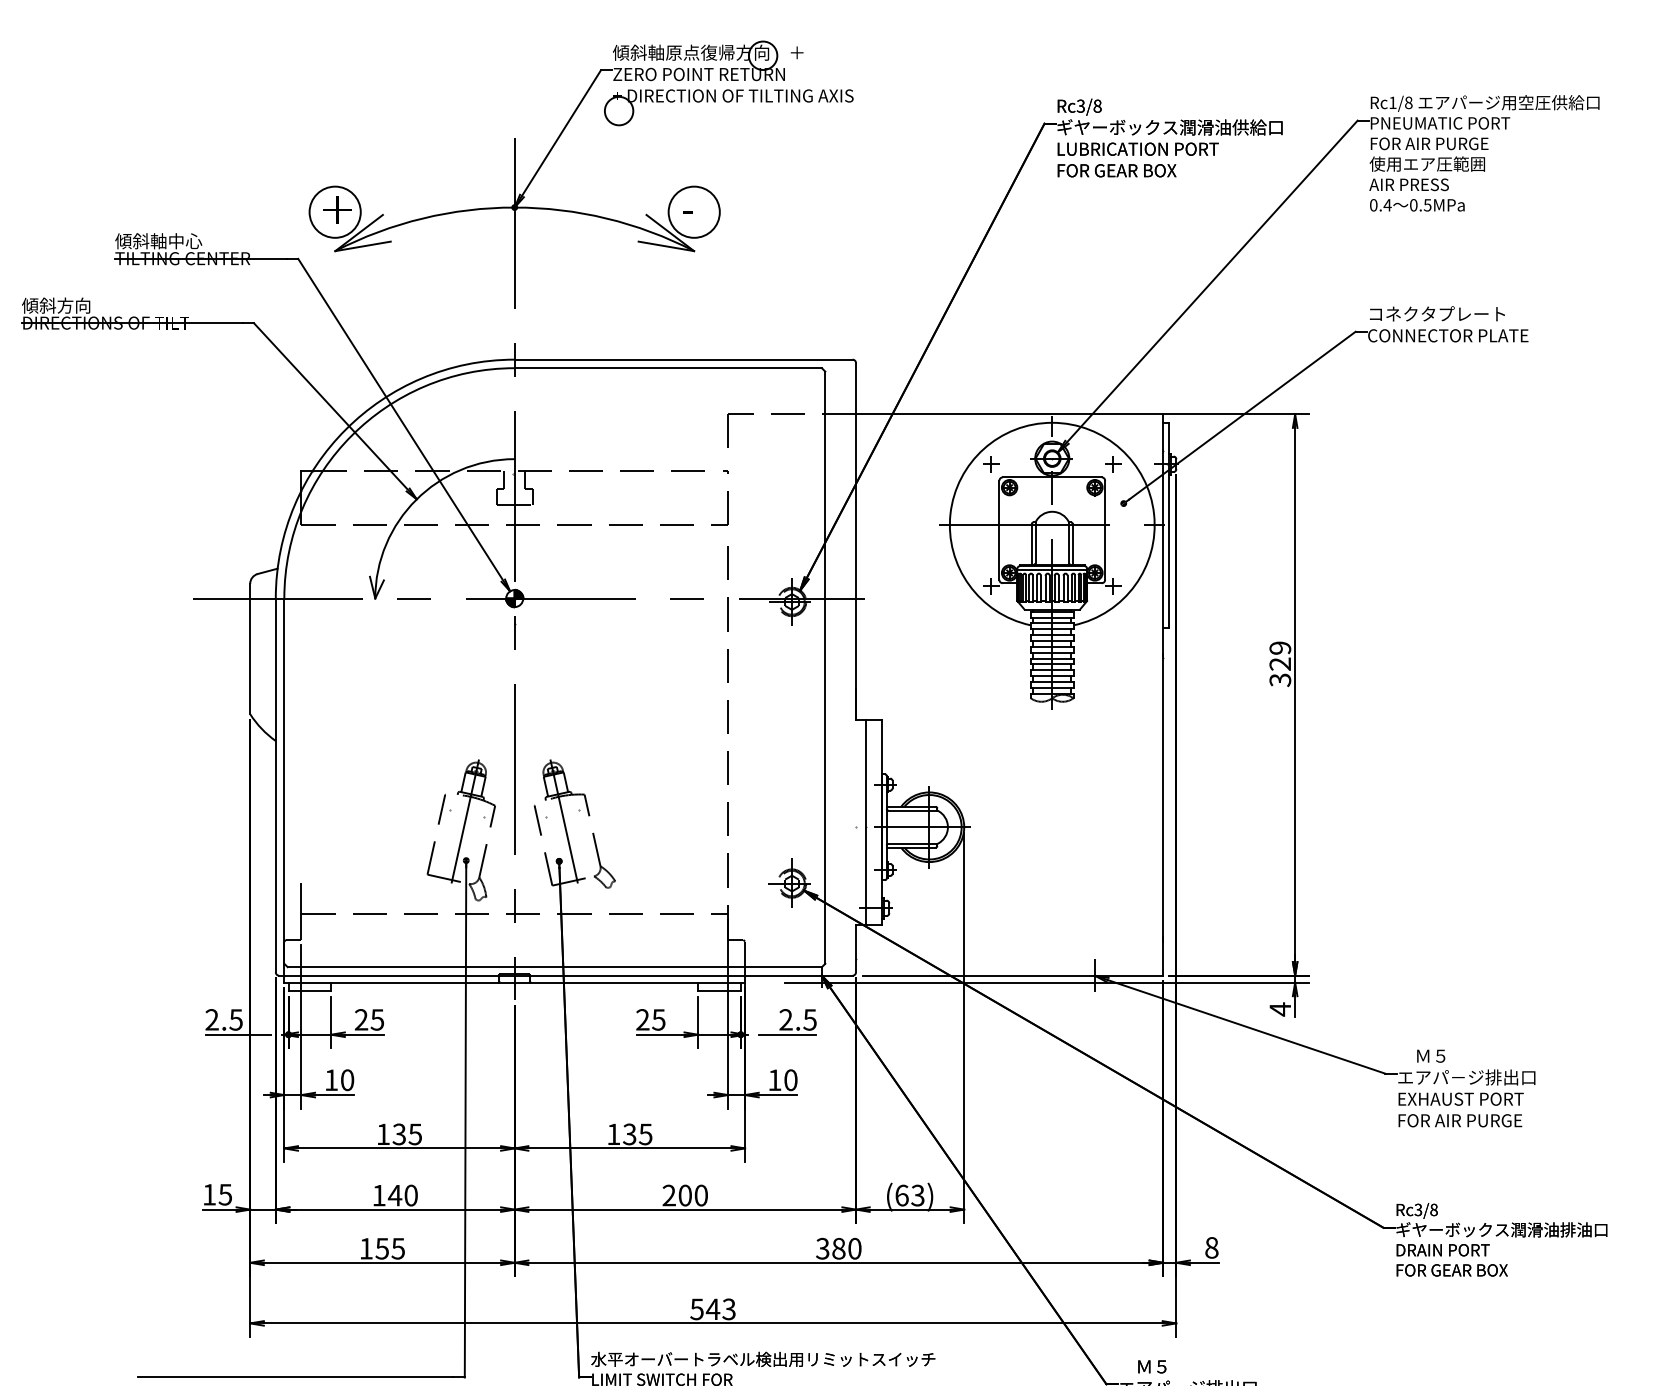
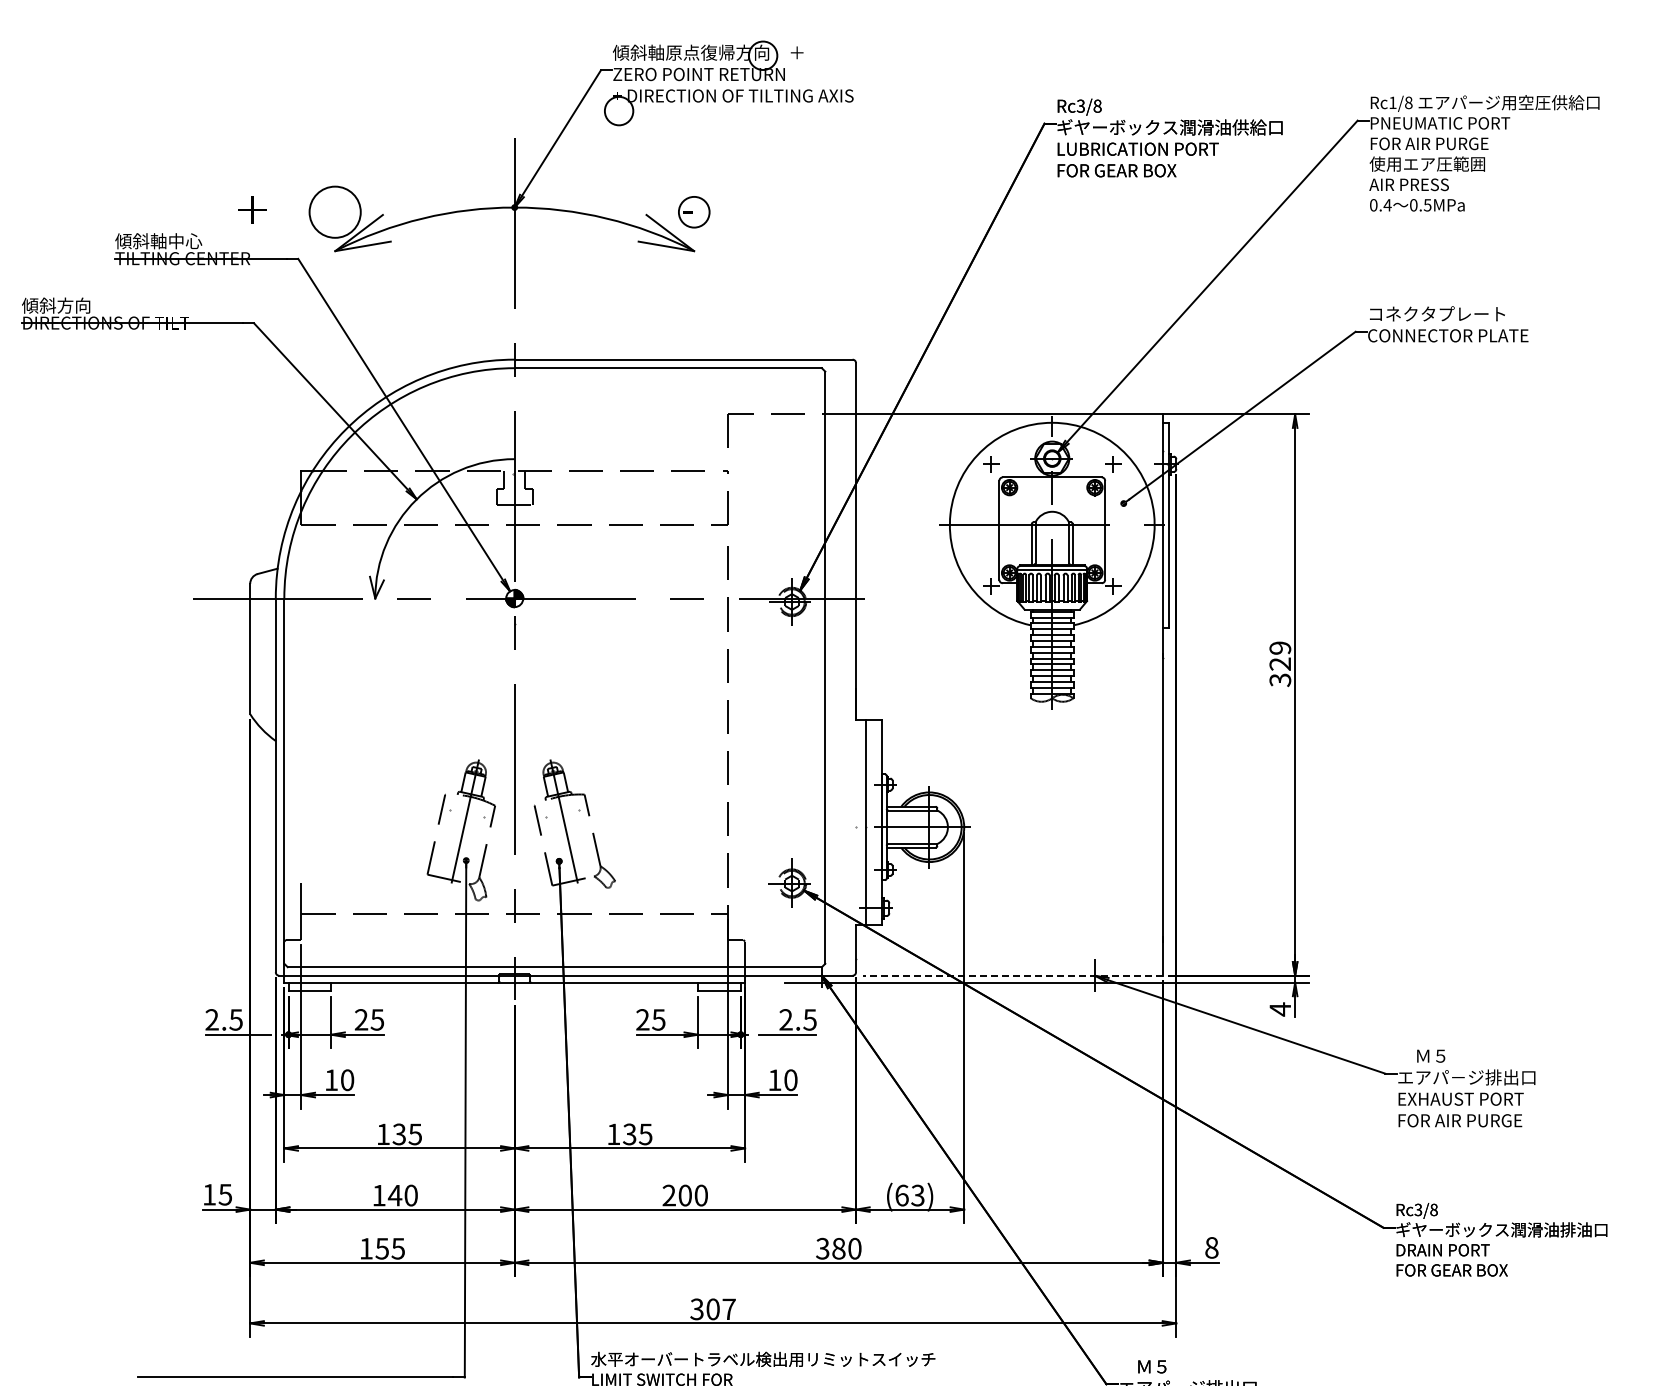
text at (337, 209) position: (337, 209) -> (252, 209)
circle at (693, 211) diameter: 51 px -> 31 px
line at (1012, 975): solid -> dashed
text at (713, 1309): 543 -> 307
